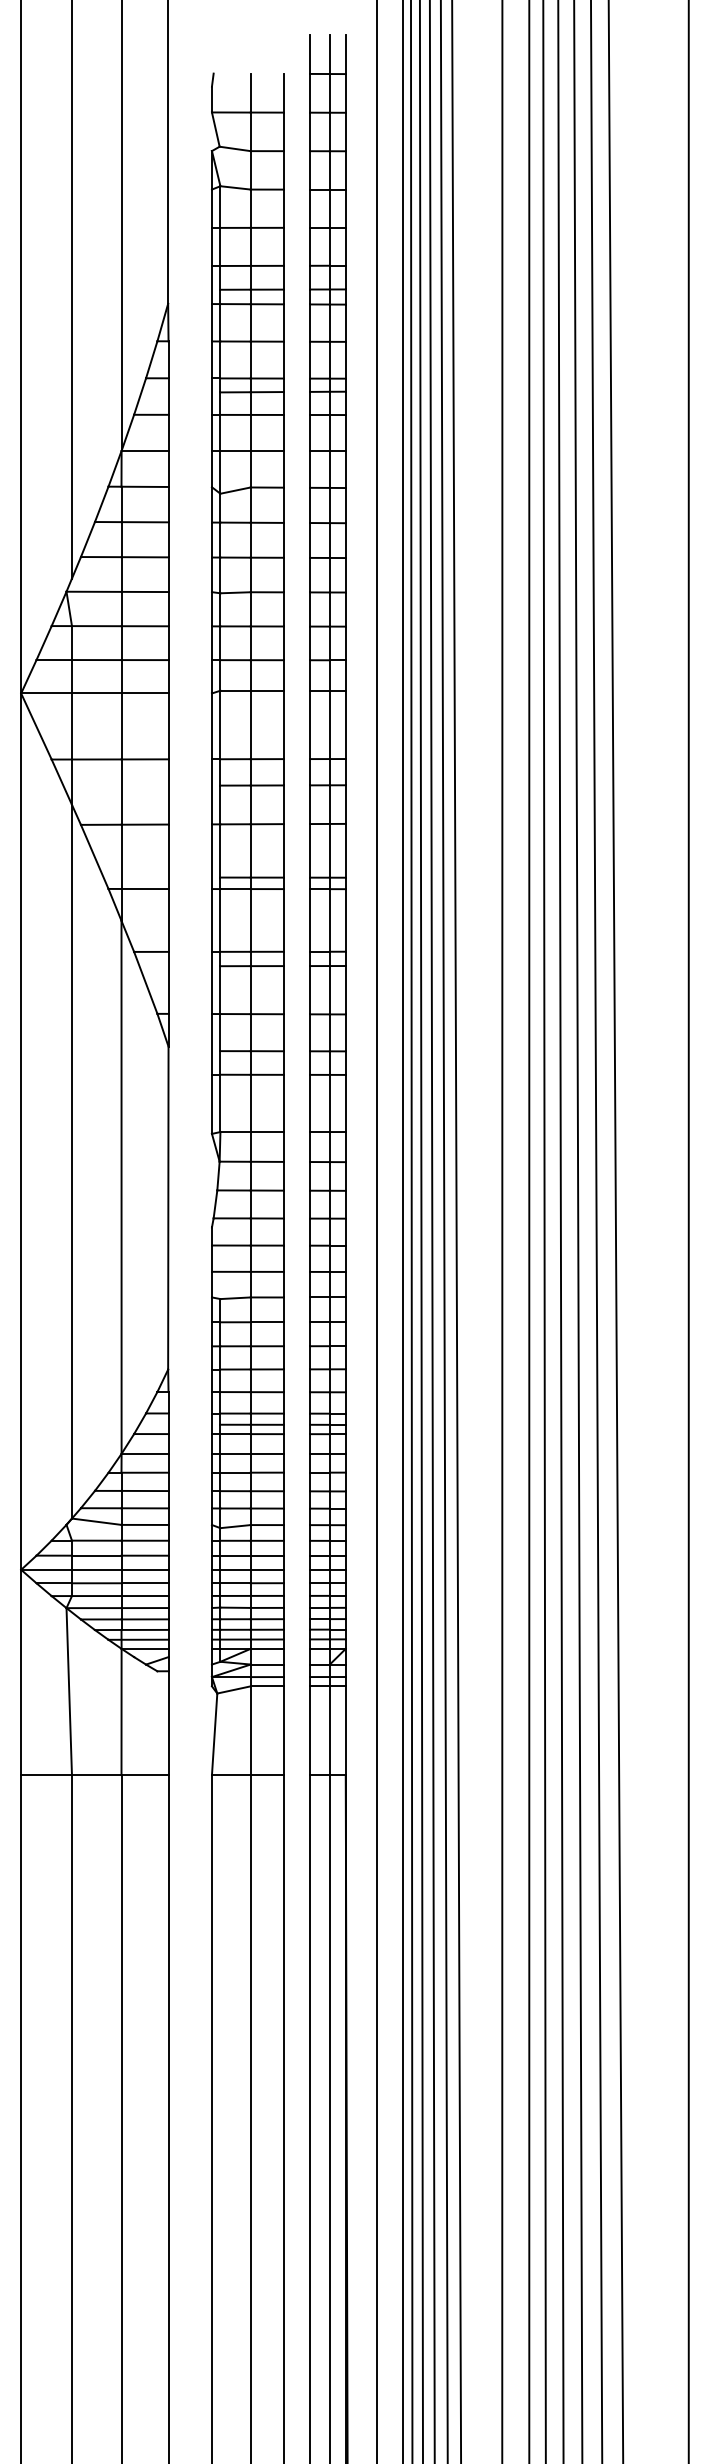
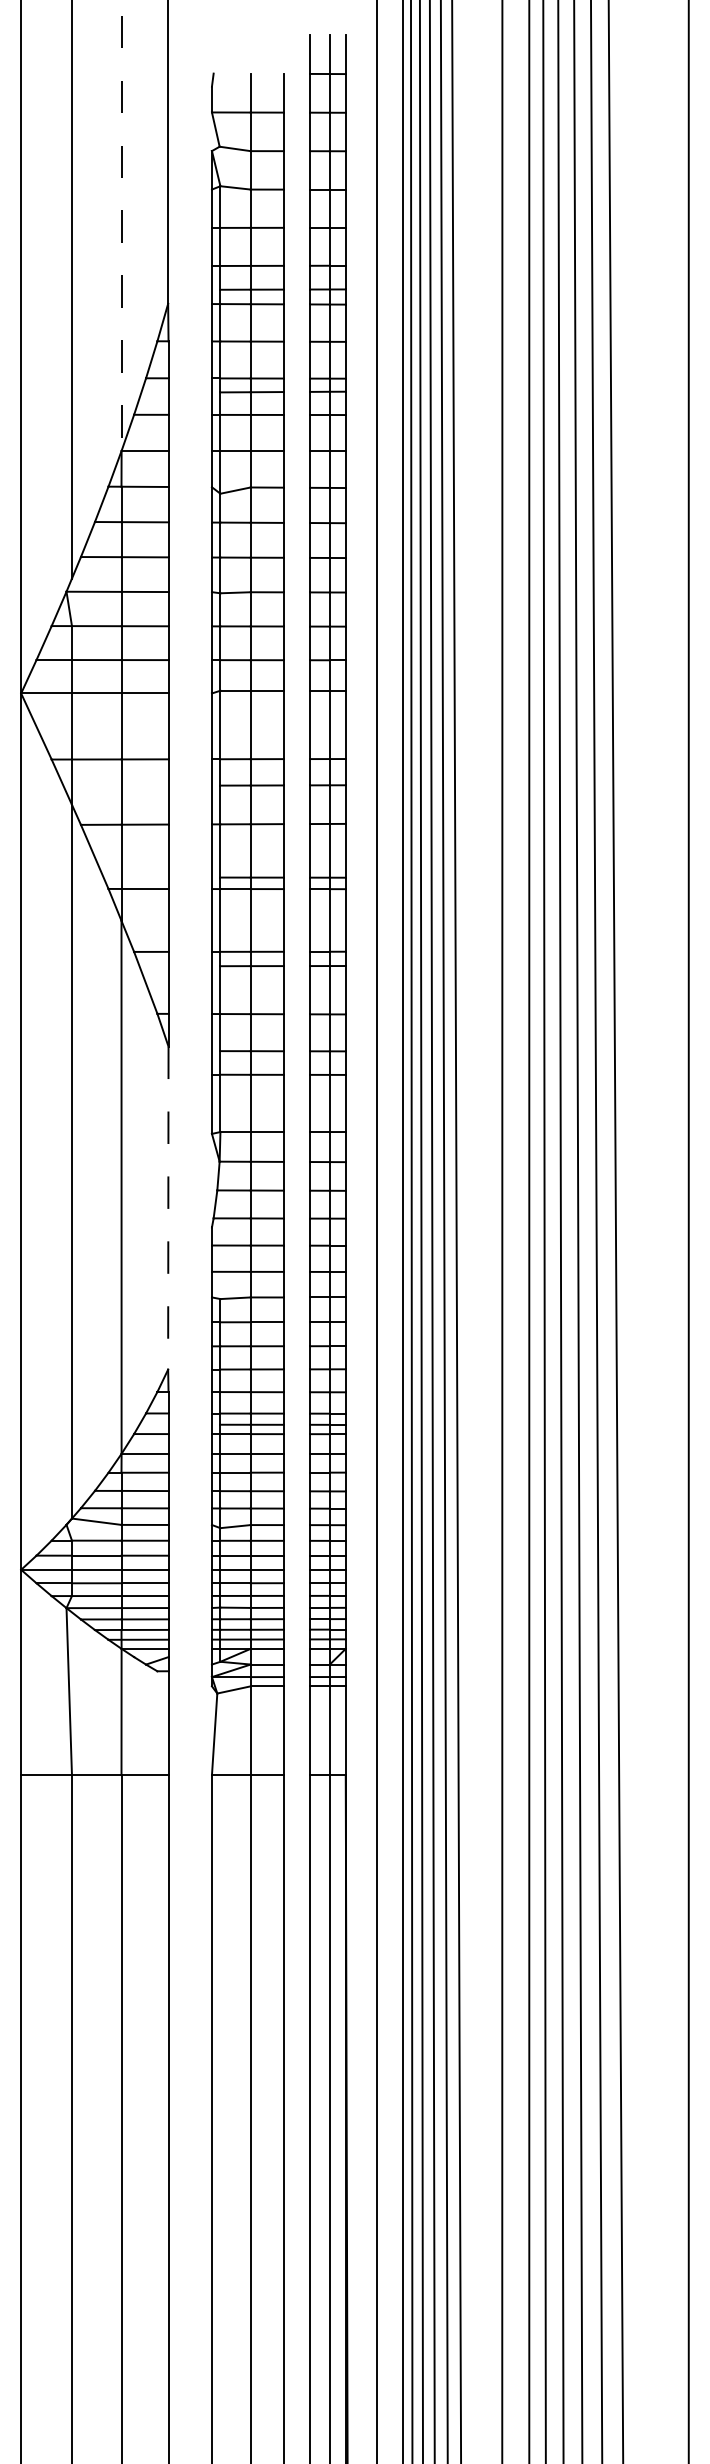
line at (121, 225): solid -> dashed
line at (168, 1208): solid -> dashed
